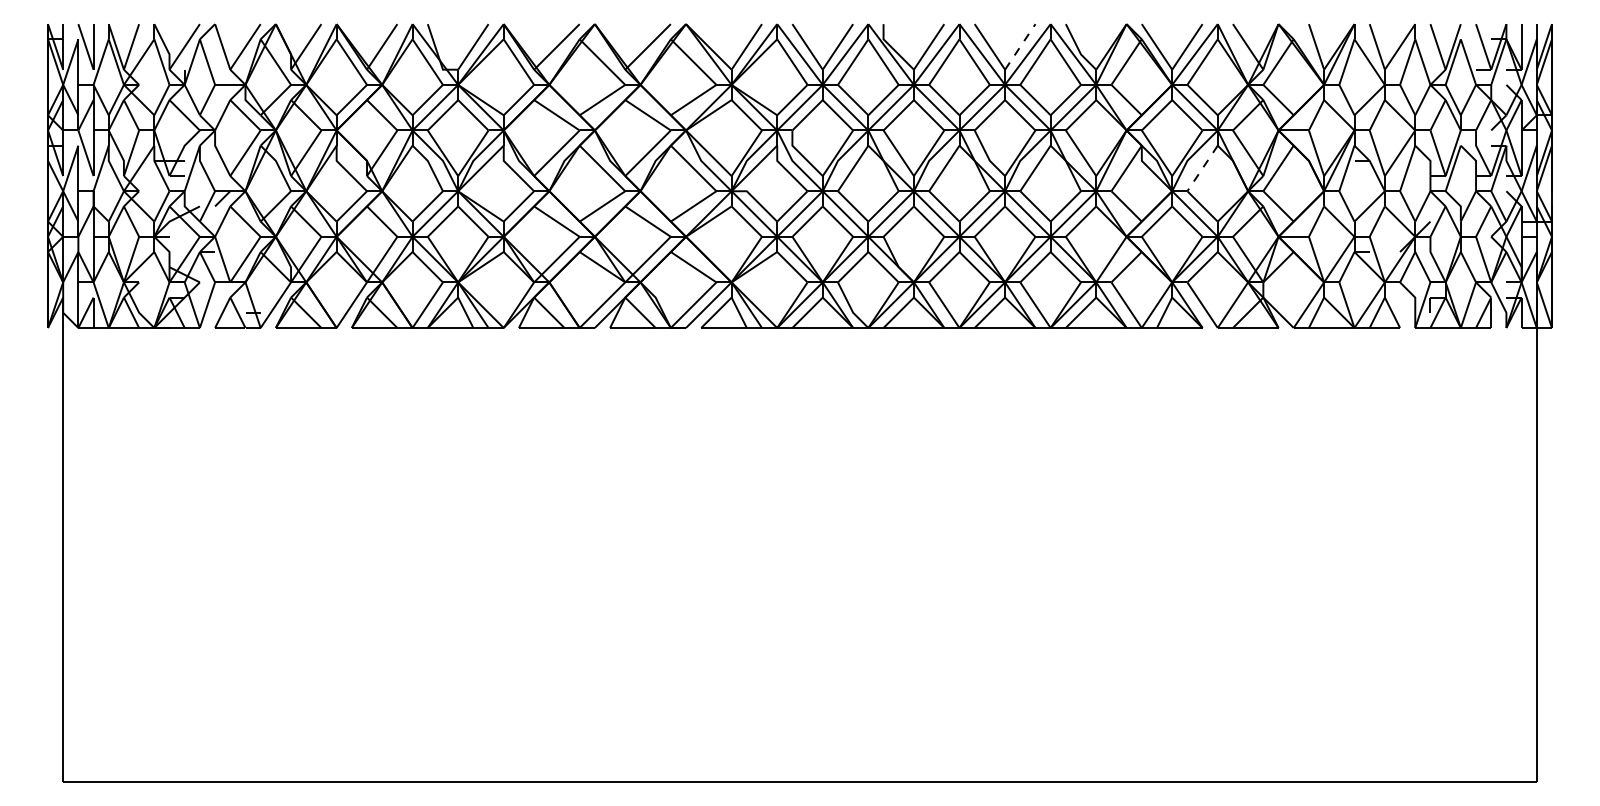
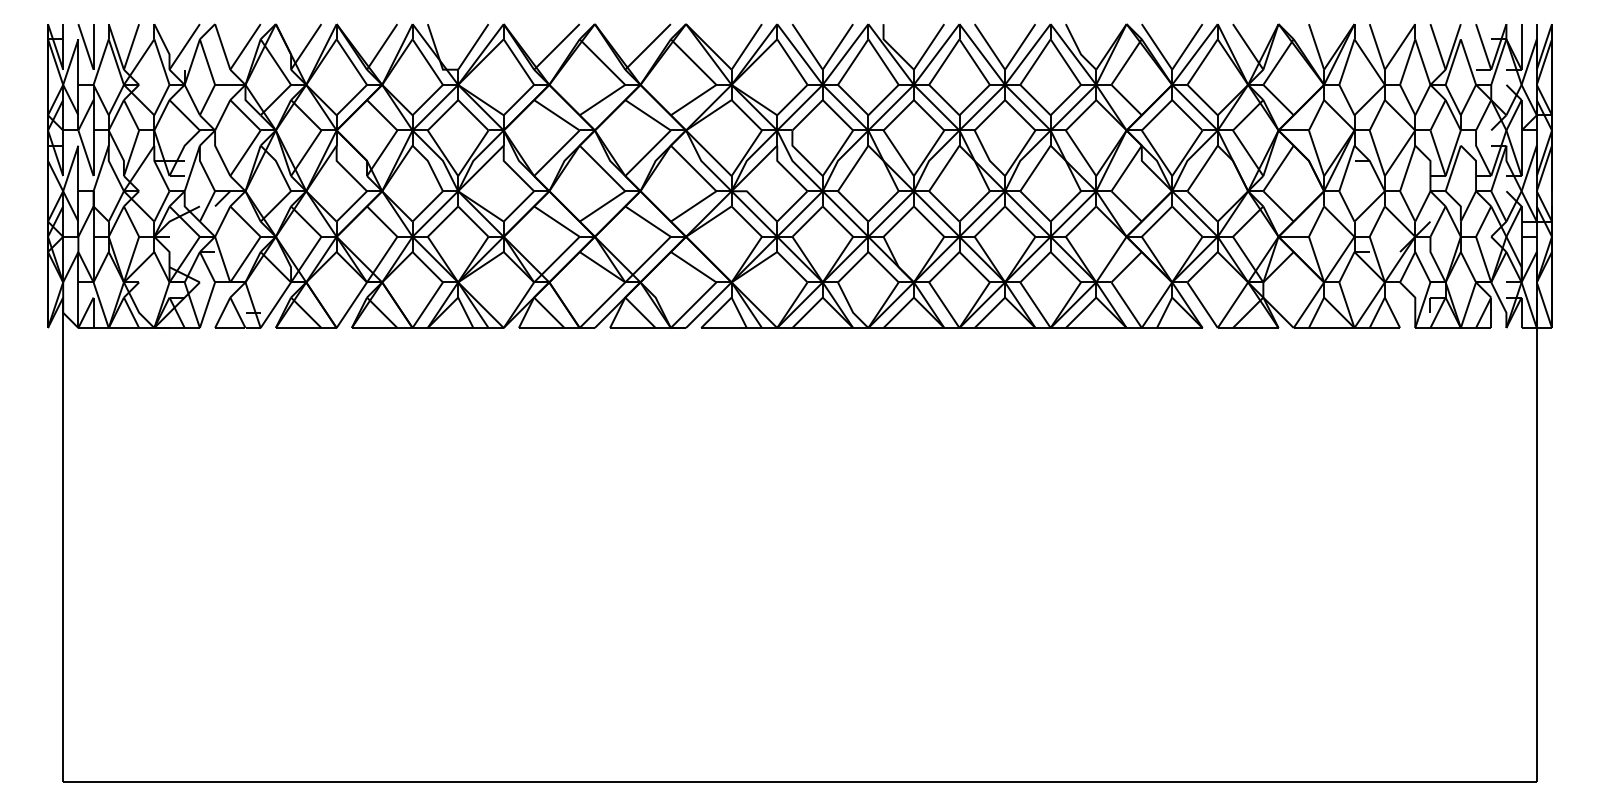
line at (1020, 46): dashed -> solid
line at (1202, 168): dashed -> solid
